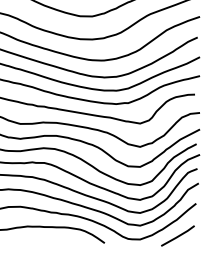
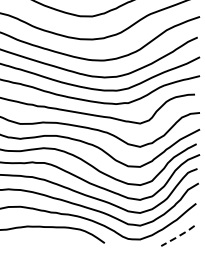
line at (178, 236): solid -> dashed
